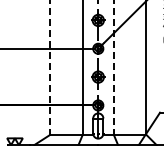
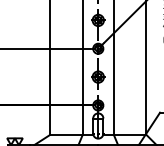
line at (50, 68): dashed -> solid
line at (113, 68): dashed -> solid
